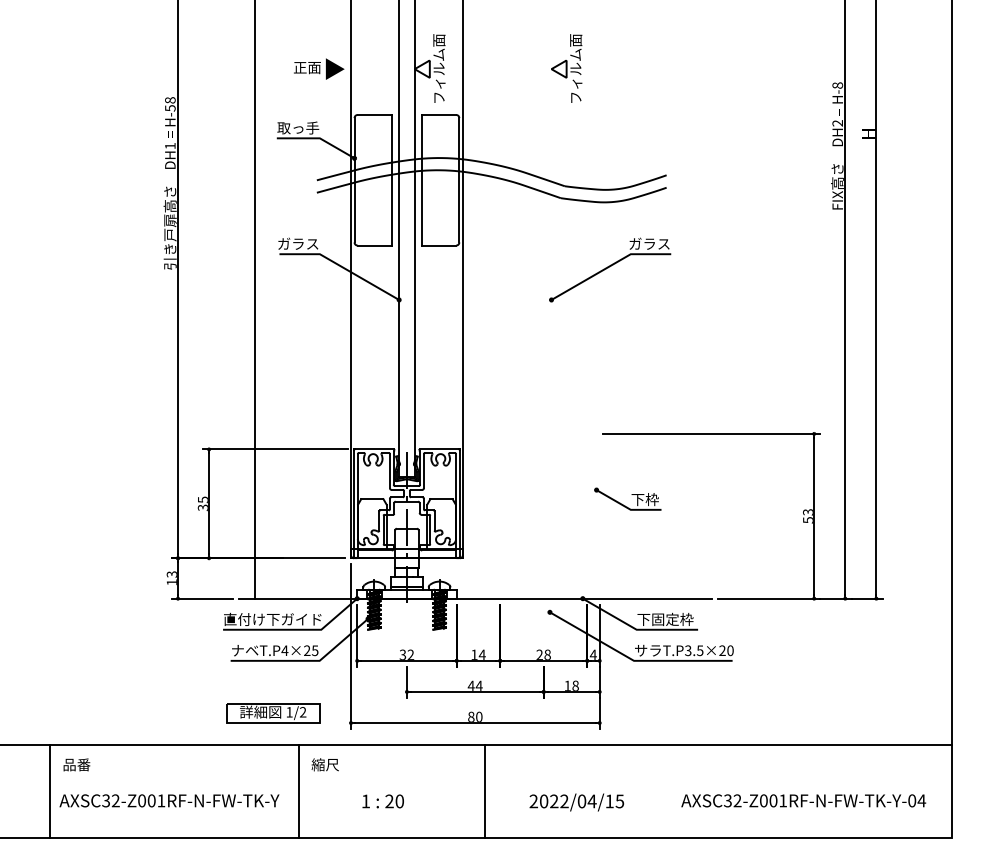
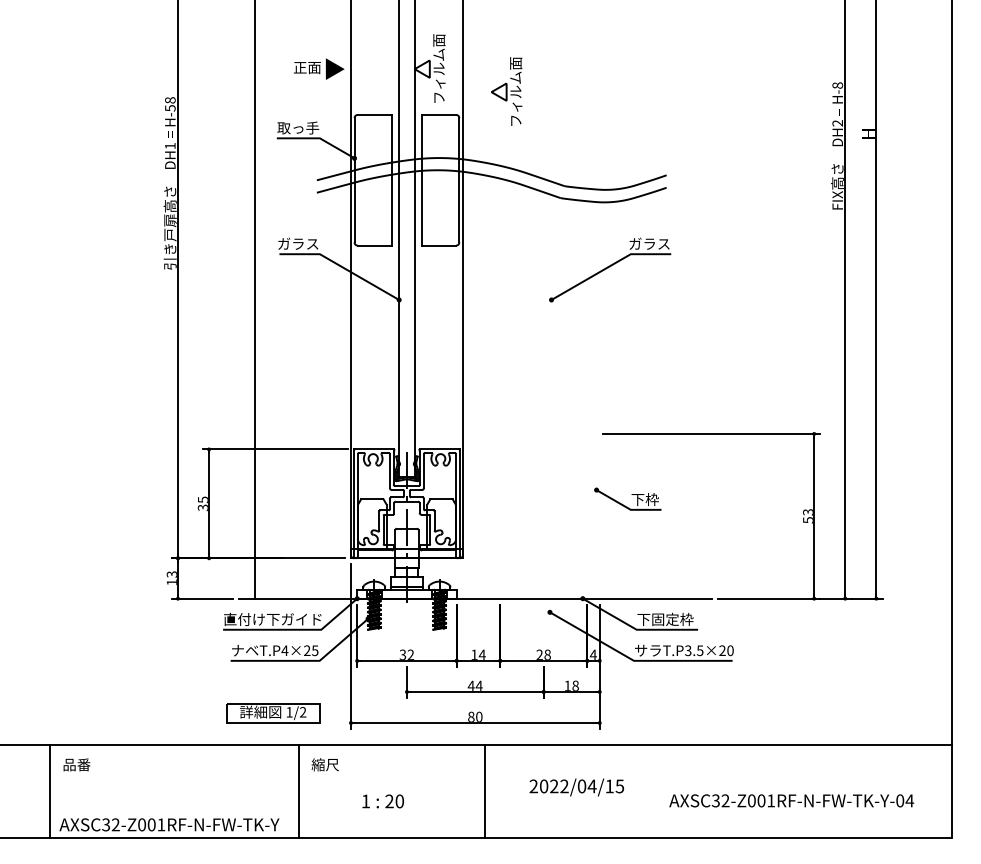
part at (566, 68) position: (566, 68) -> (506, 91)
text at (169, 800) position: (169, 800) -> (169, 824)
text at (803, 800) position: (803, 800) -> (791, 800)
text at (576, 802) position: (576, 802) -> (576, 787)
